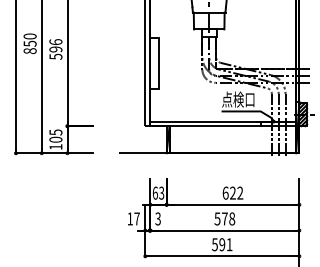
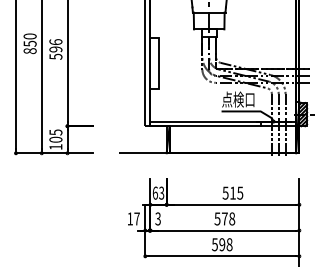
text at (232, 192): 622 -> 515
text at (229, 244): 591 -> 598
